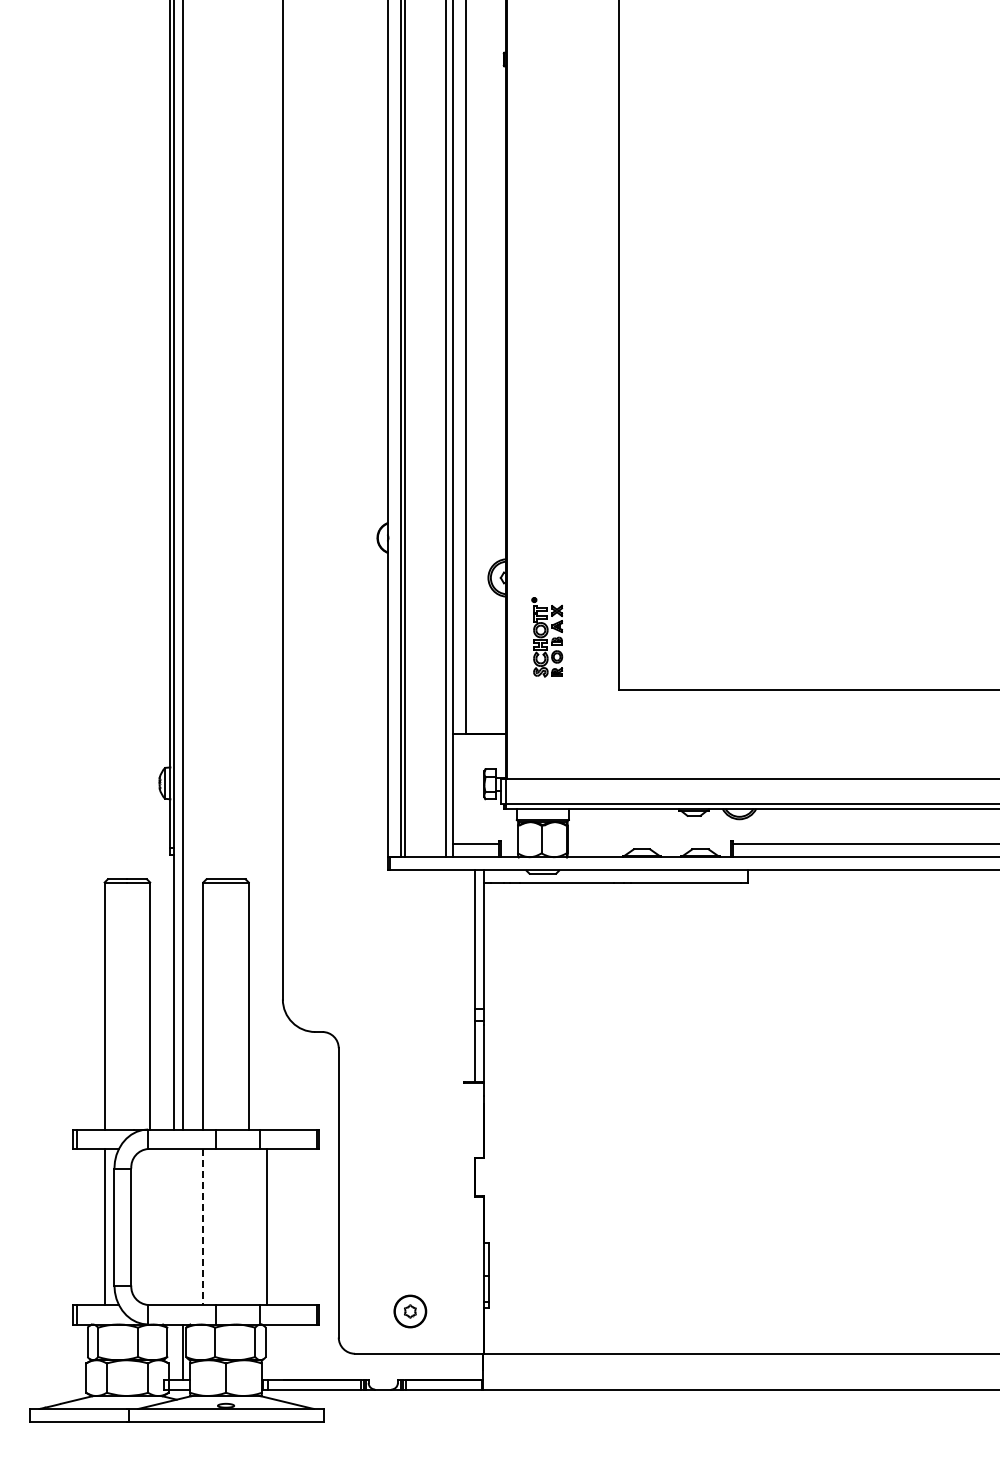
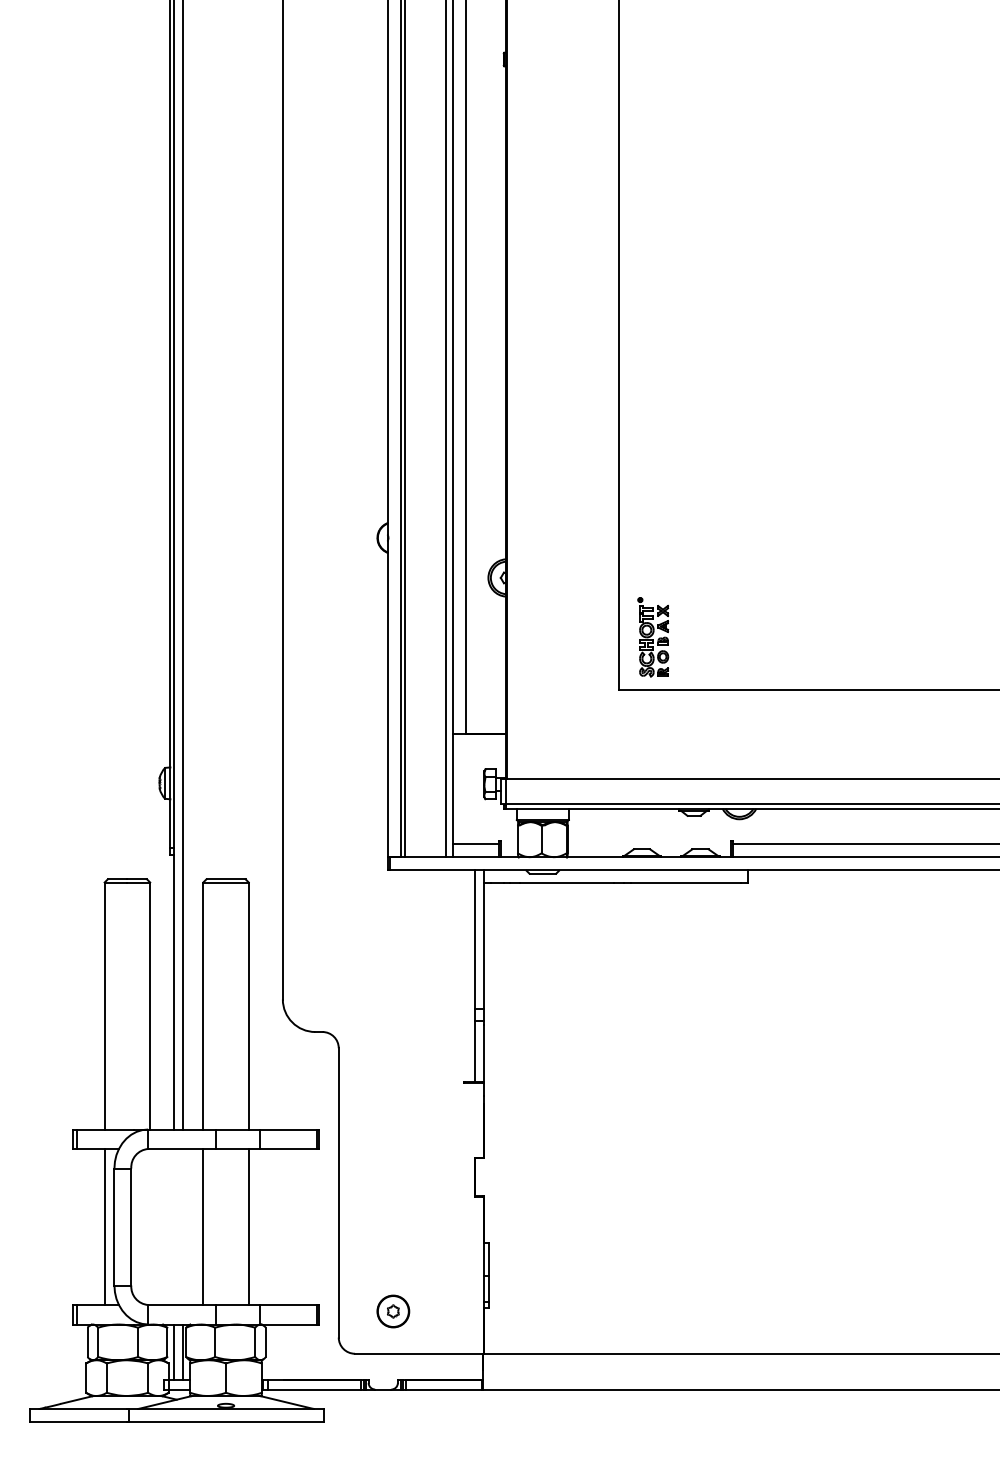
part at (547, 637) position: (547, 637) -> (653, 637)
line at (203, 1227): dashed -> solid
line at (266, 1227) position: (266, 1227) -> (248, 1227)
part at (410, 1311) position: (410, 1311) -> (393, 1311)
line at (173, 1351): none -> present
